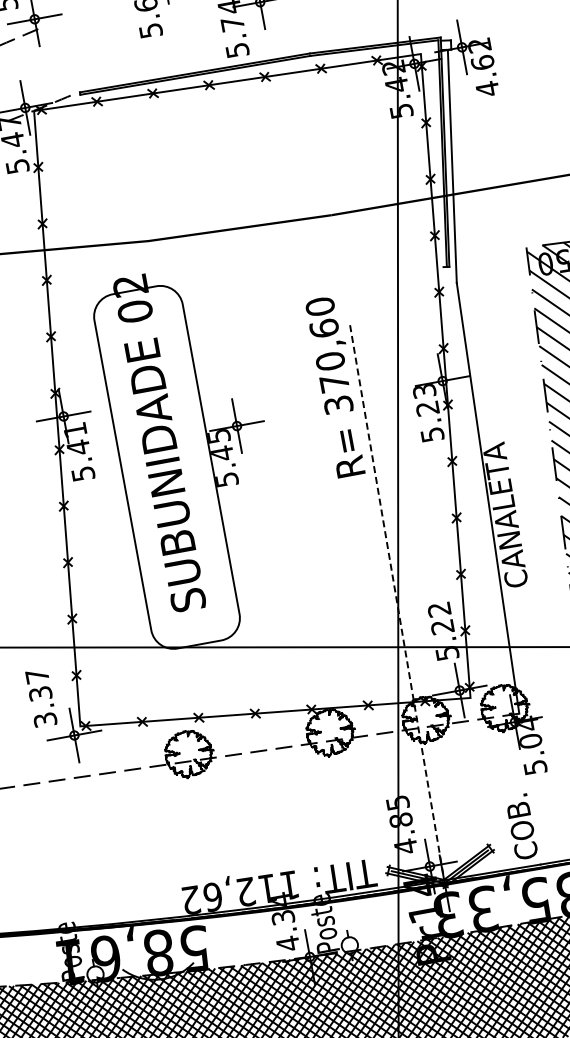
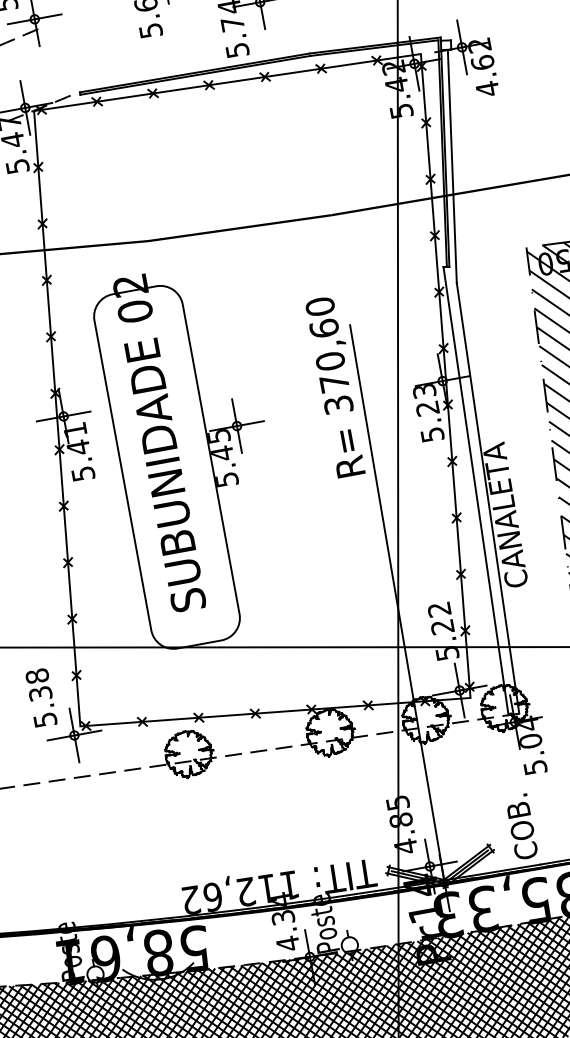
line at (475, 491): none -> present
line at (397, 604): dashed -> solid
text at (40, 697): 3.37 -> 5.38
